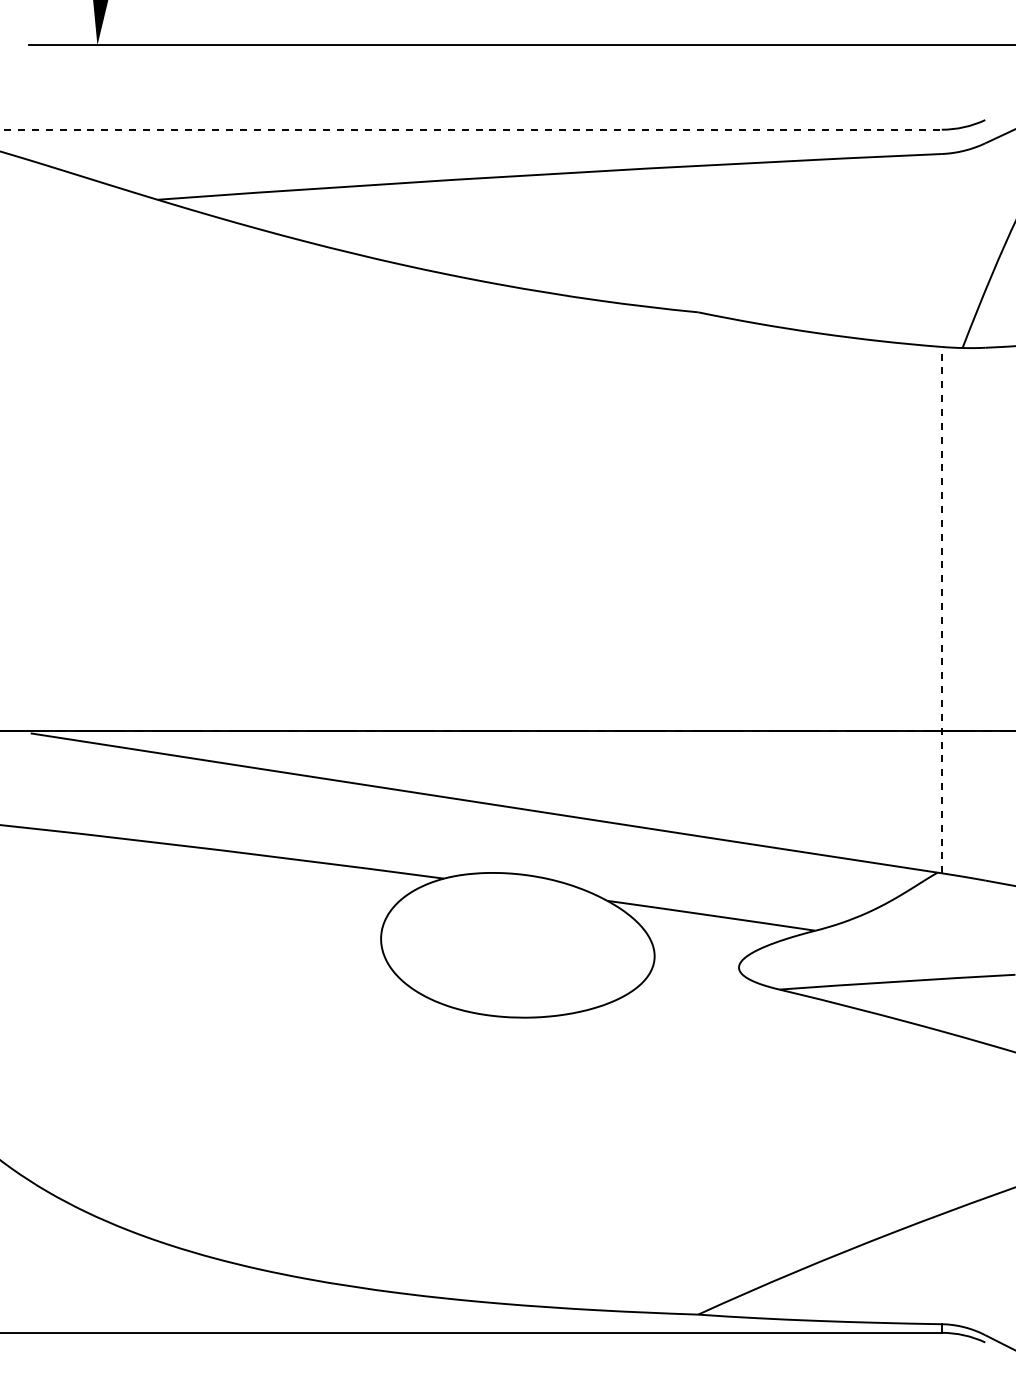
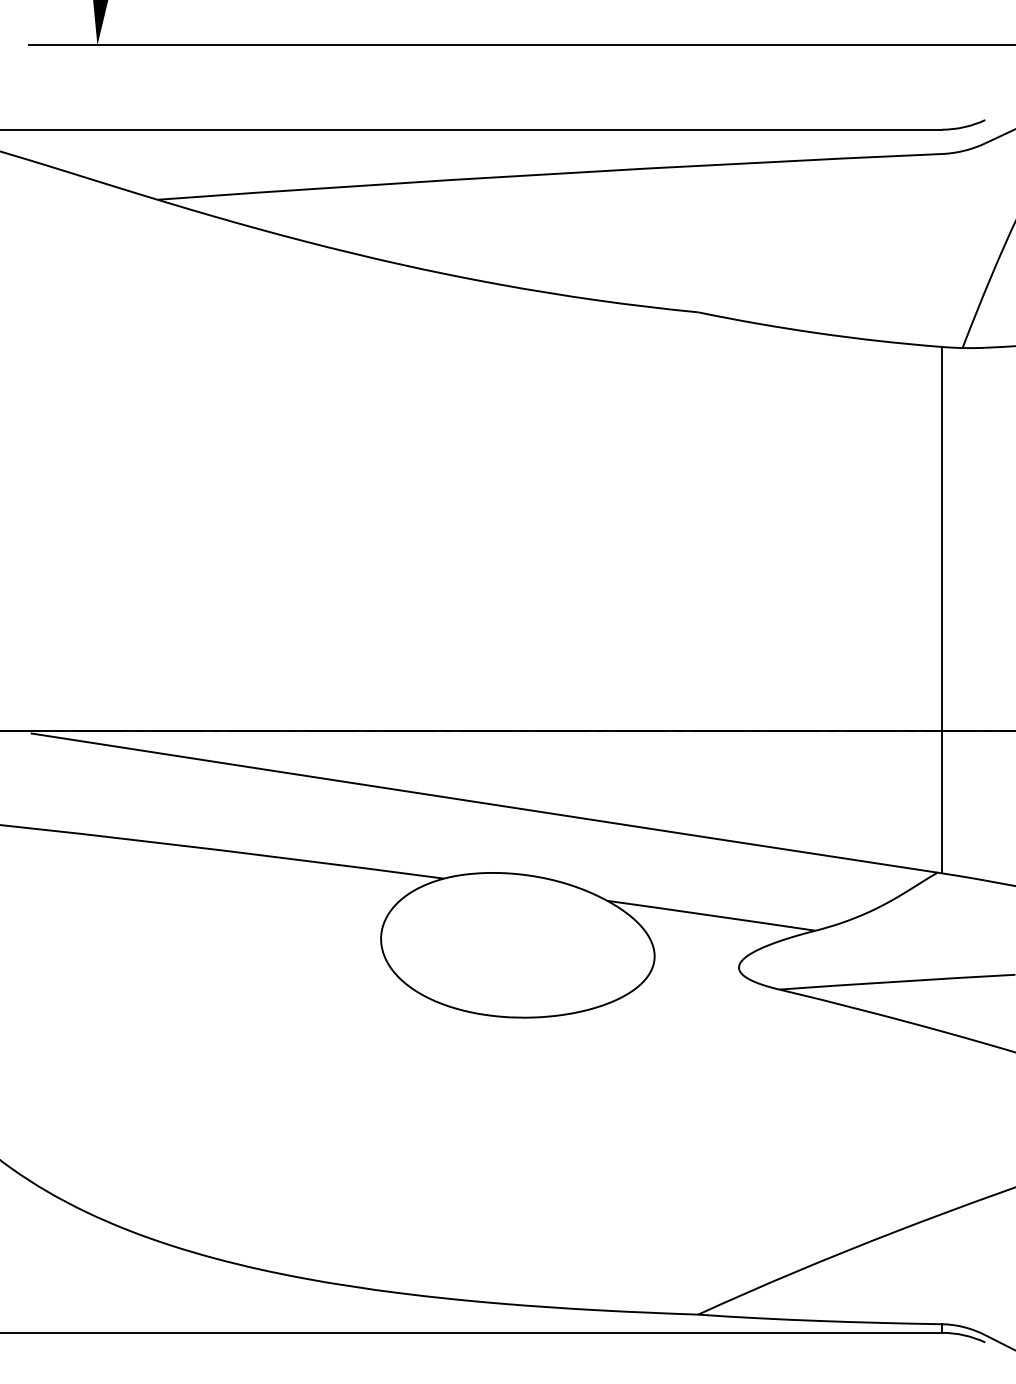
line at (471, 129): dashed -> solid
line at (941, 609): dashed -> solid
